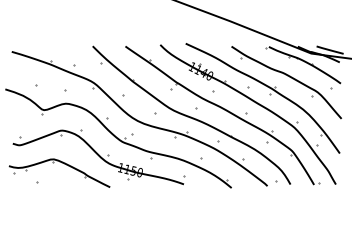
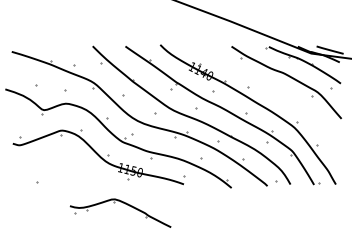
part at (269, 94): present -> none
part at (64, 164) position: (64, 164) -> (125, 204)
